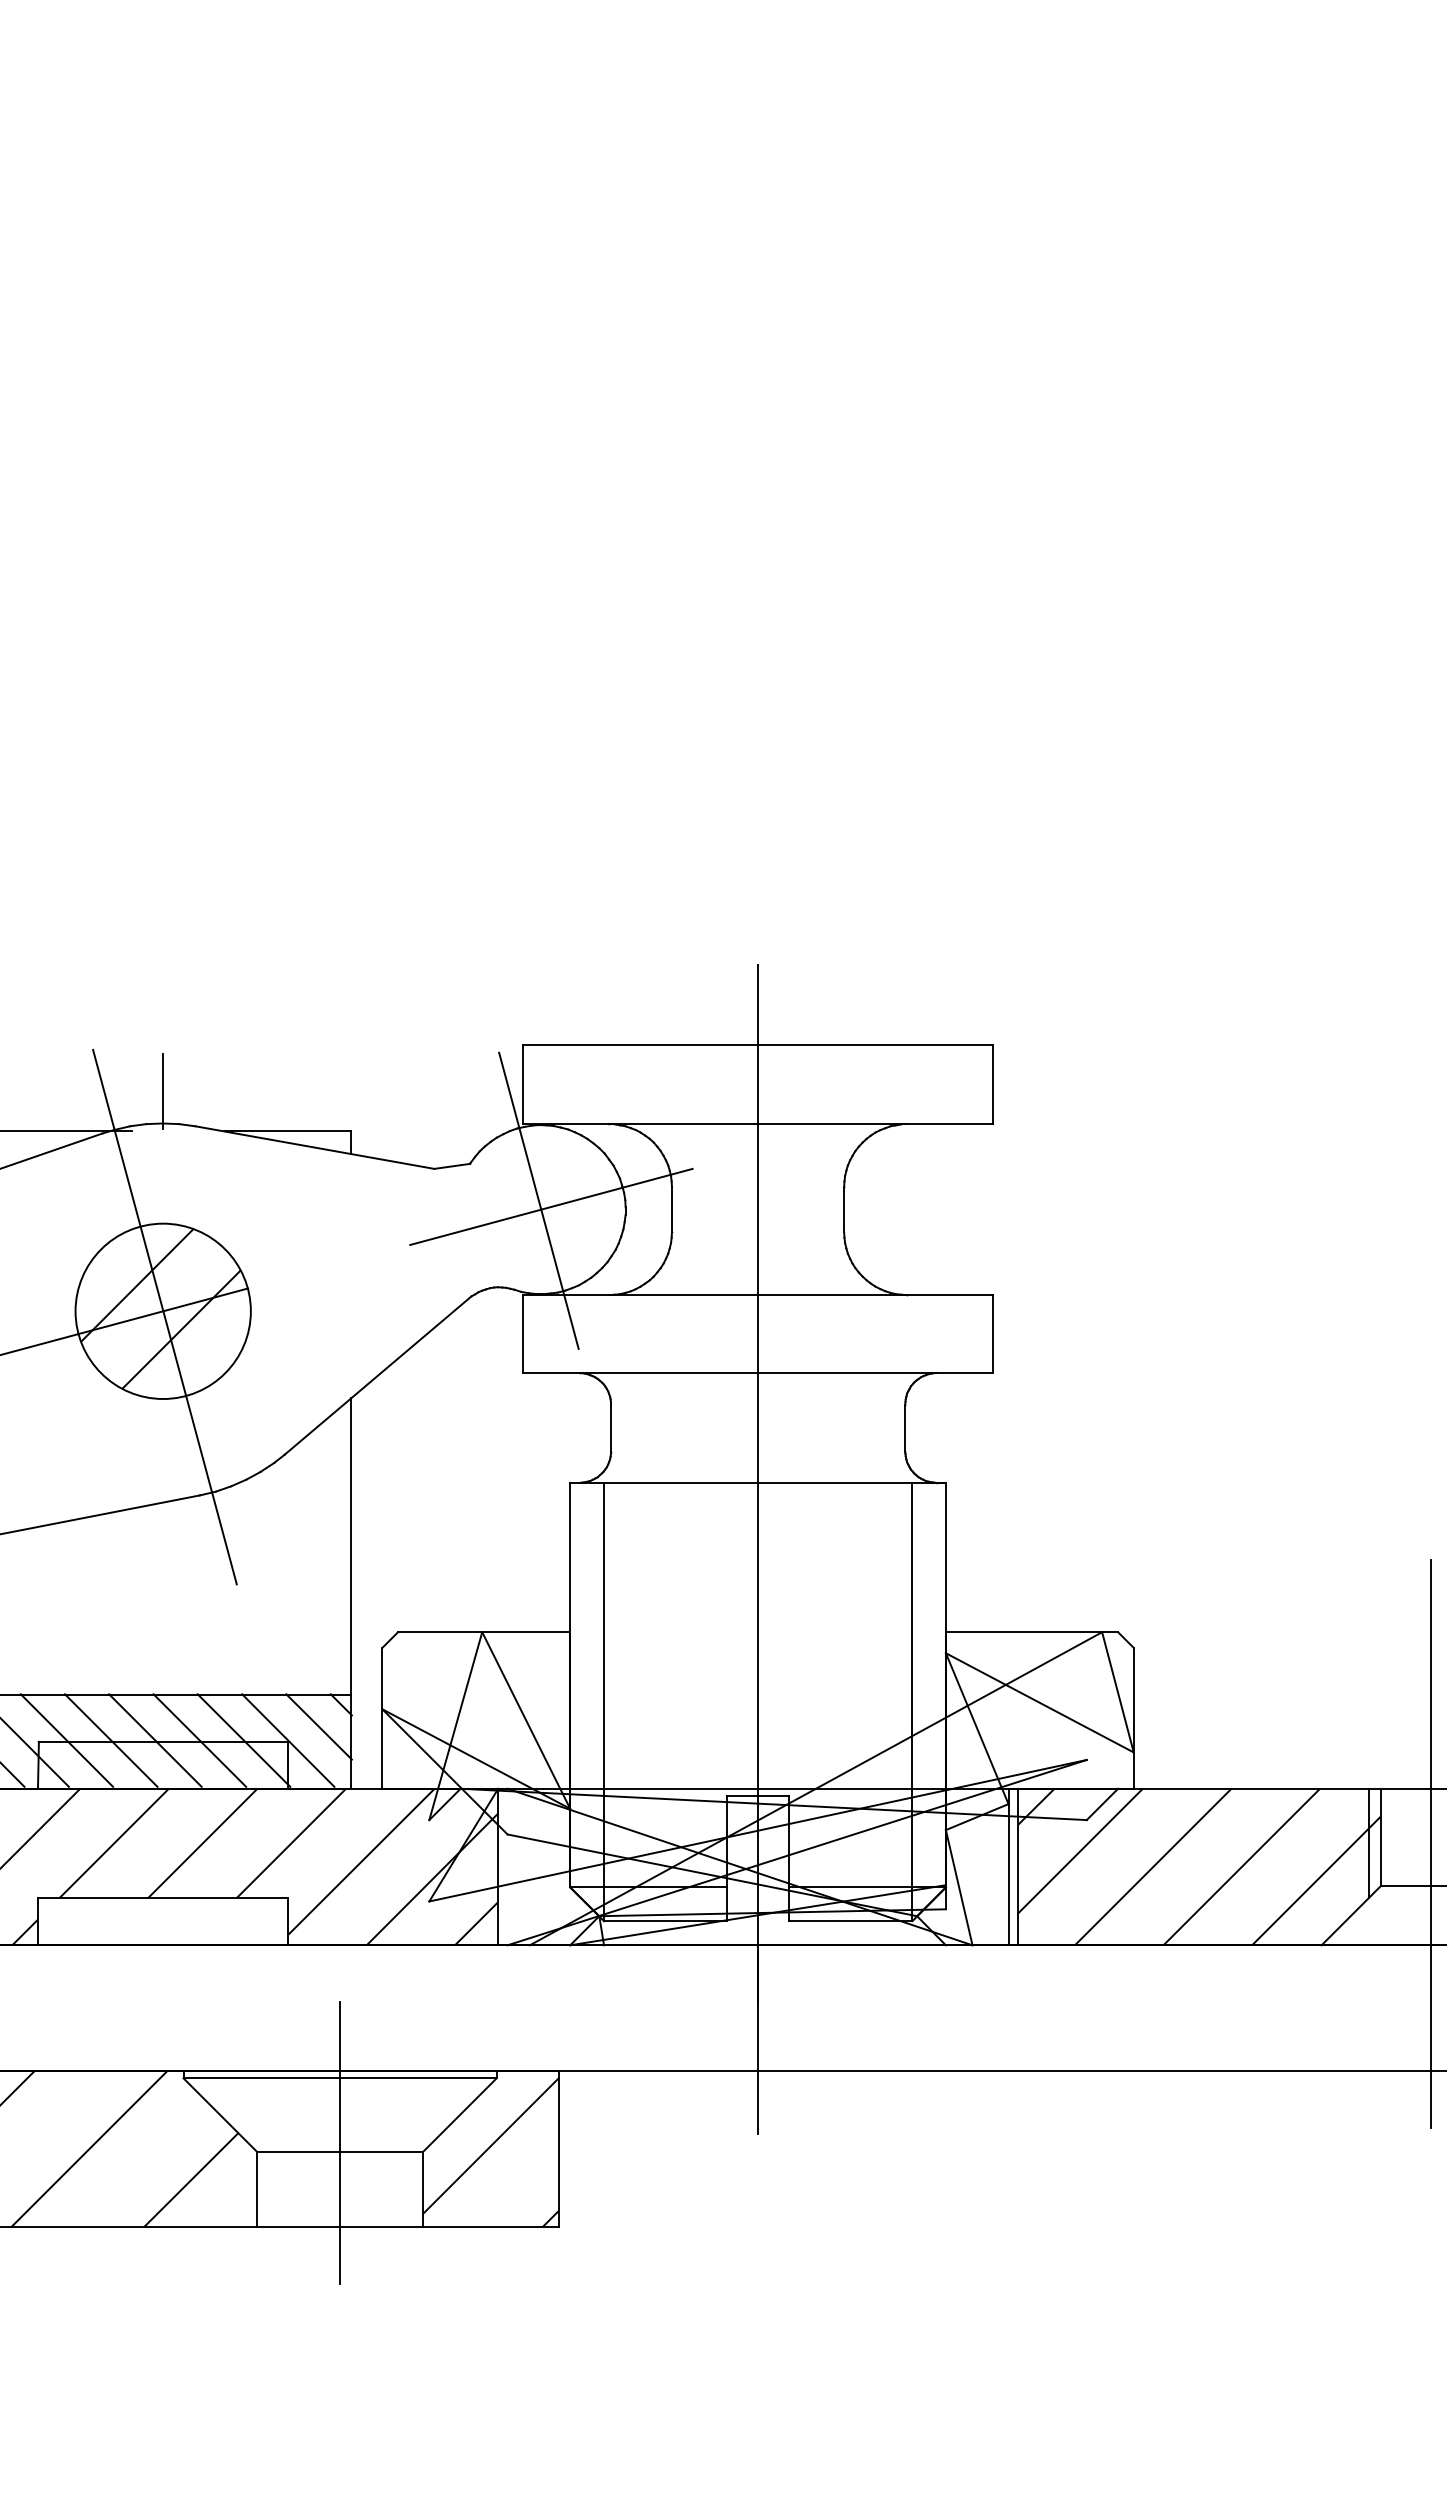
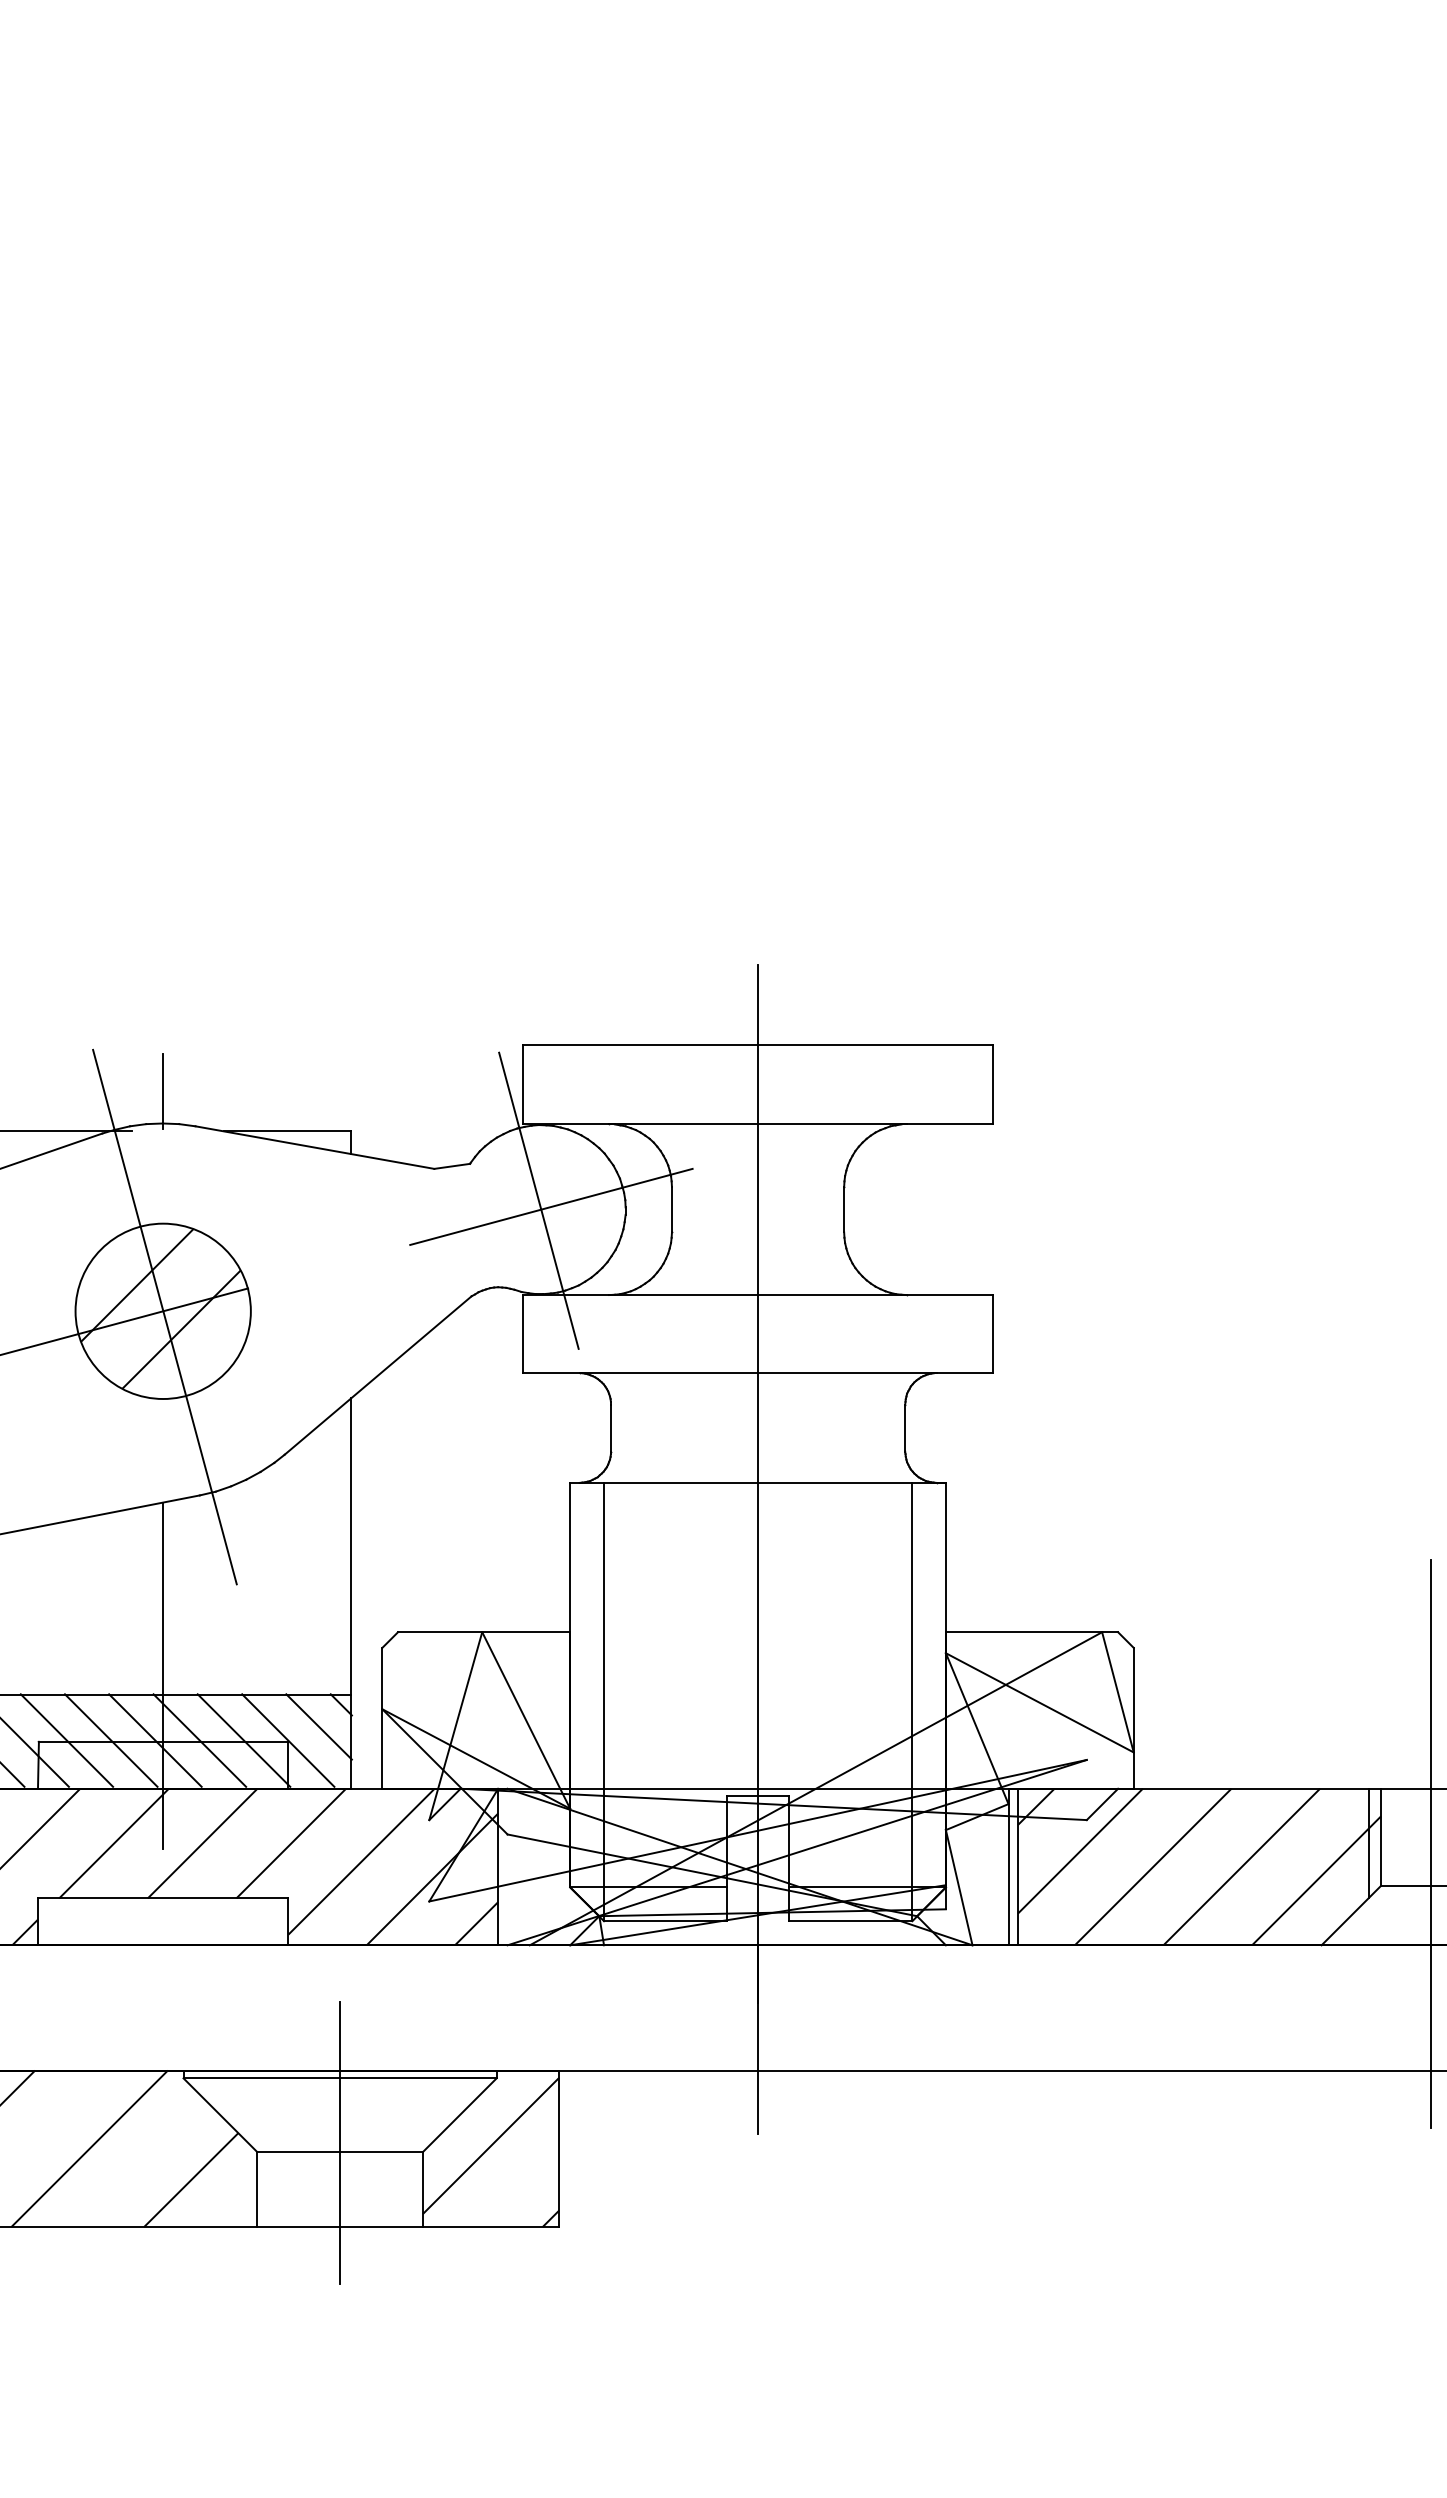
line at (163, 1675): none -> present
